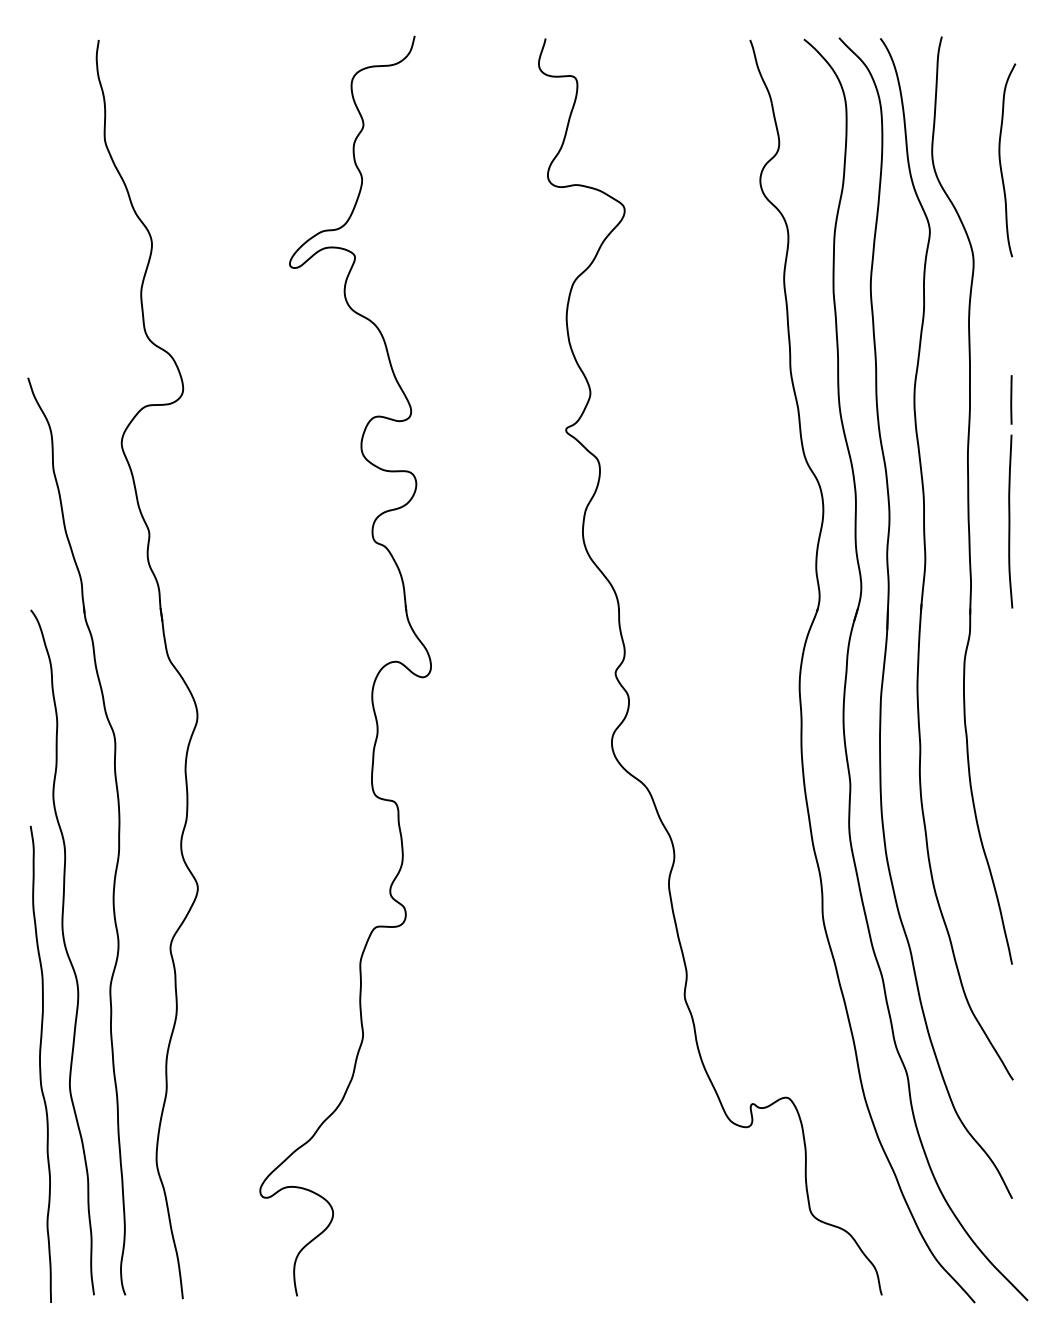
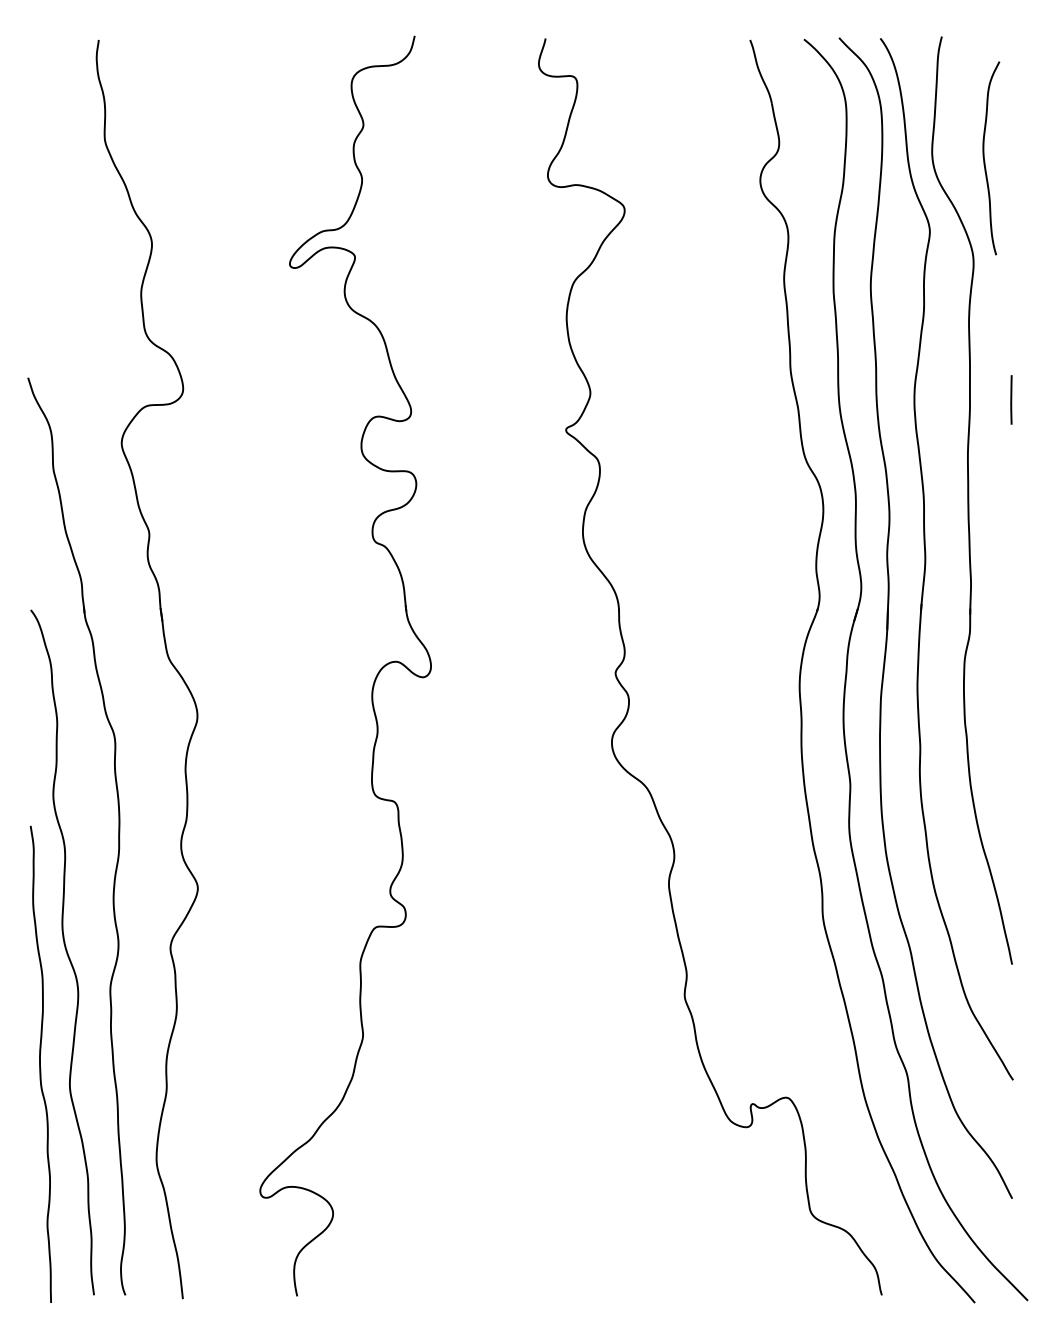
curve at (1001, 163) position: (1001, 163) -> (985, 161)
curve at (1010, 521): present -> none
